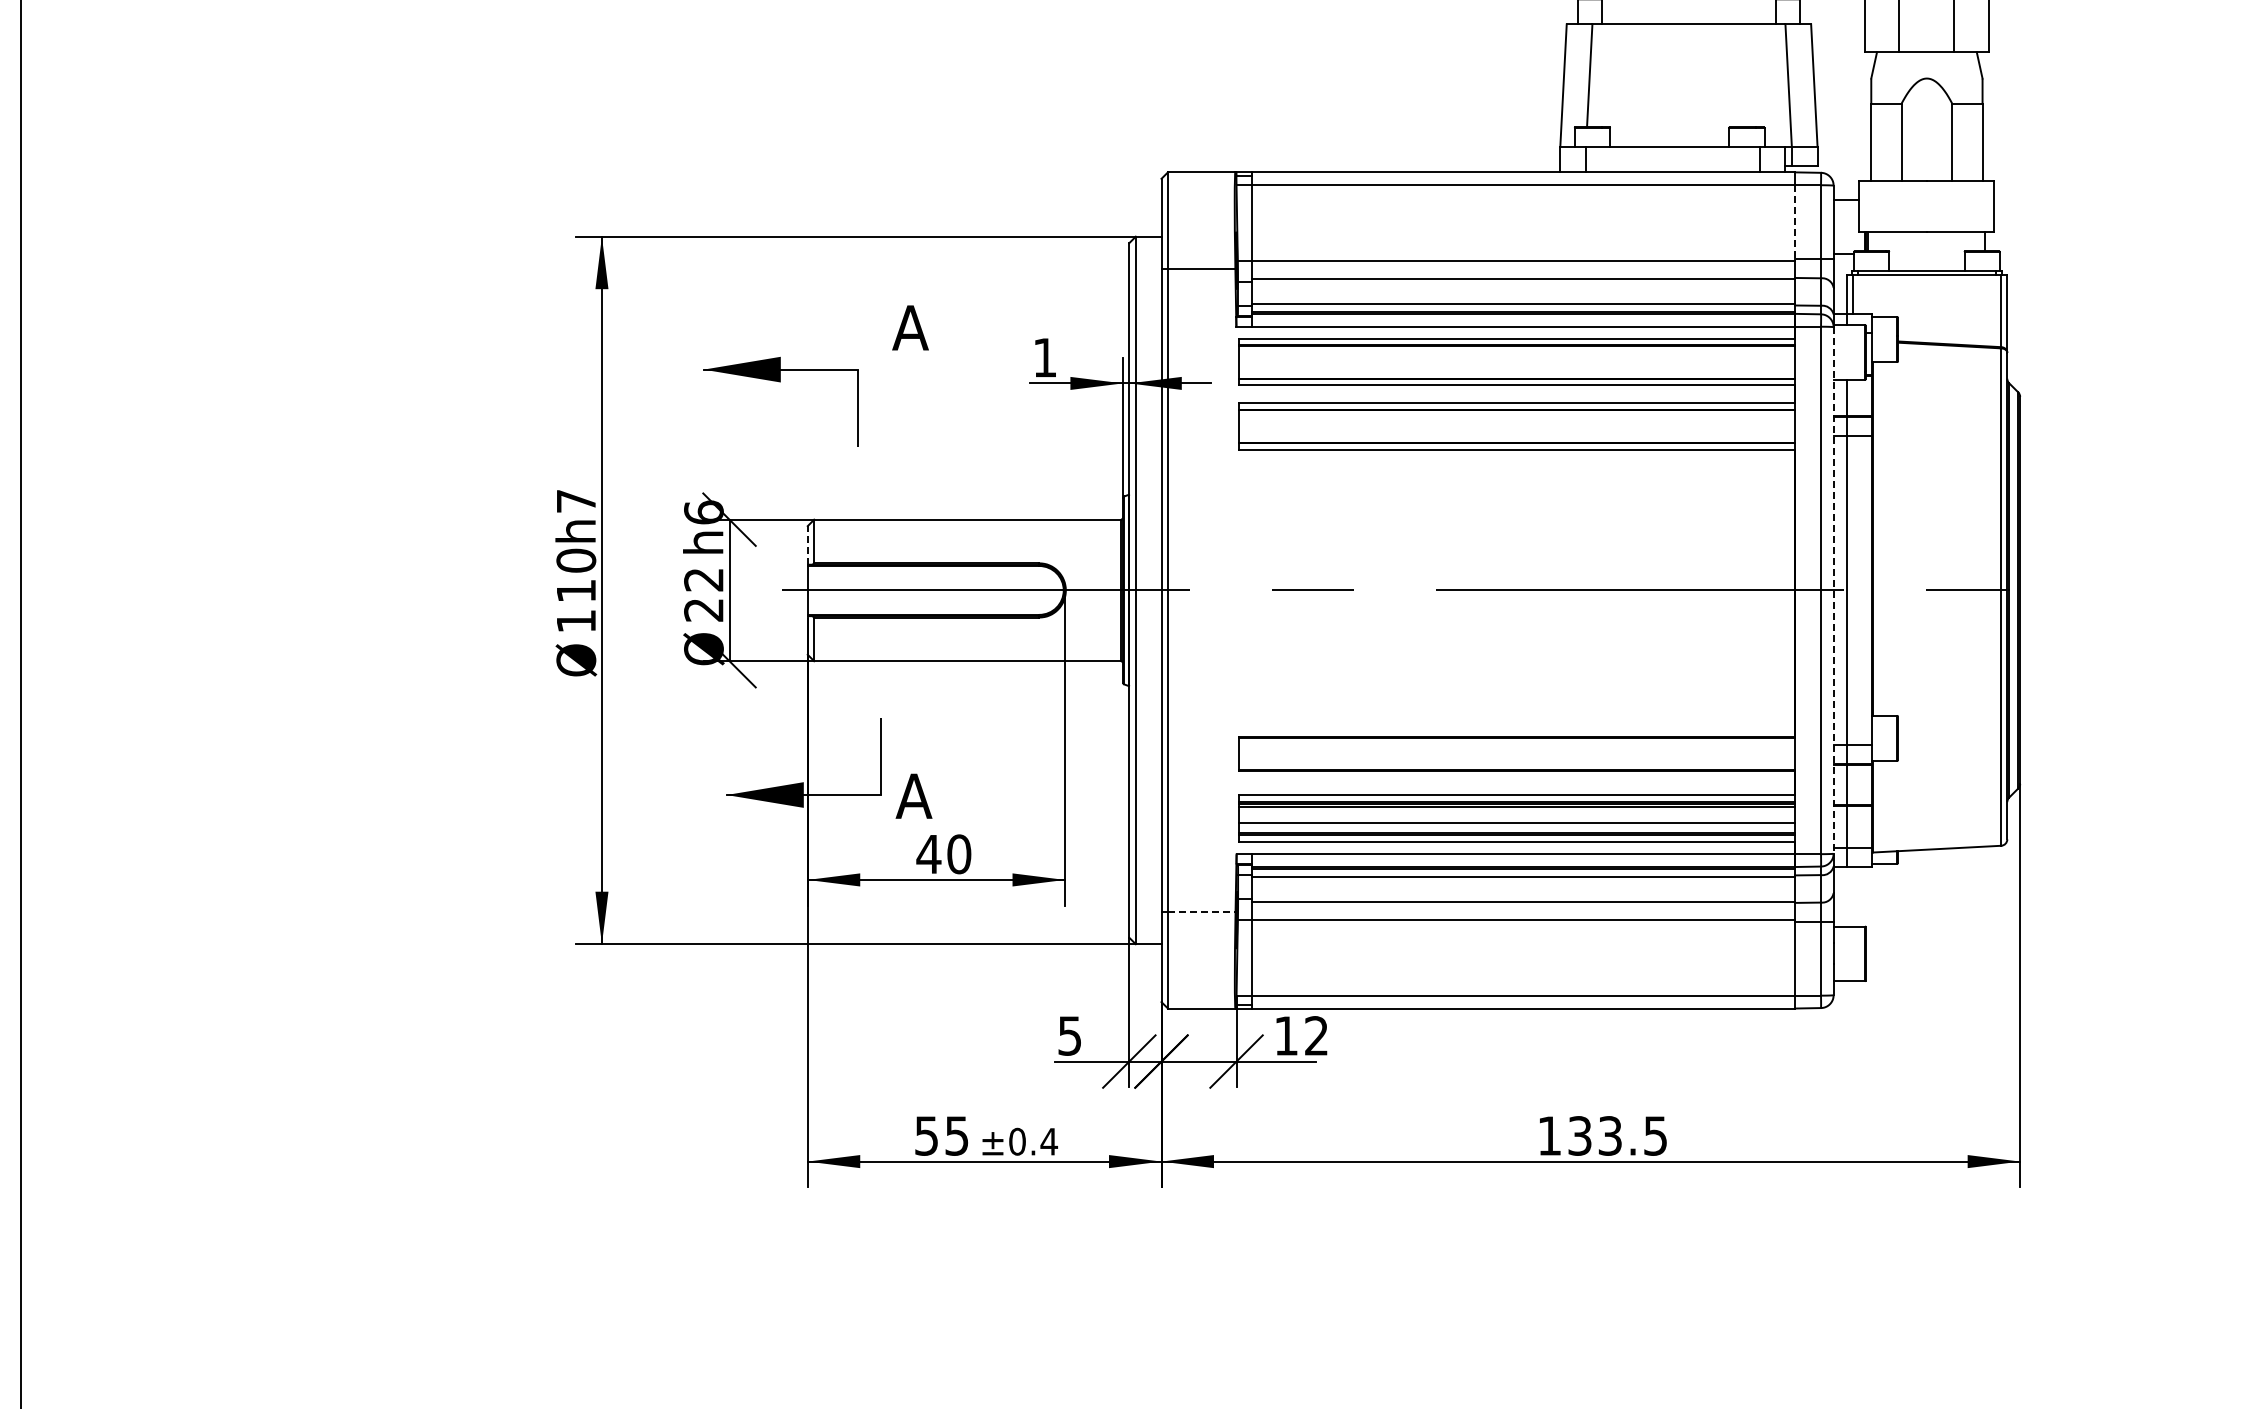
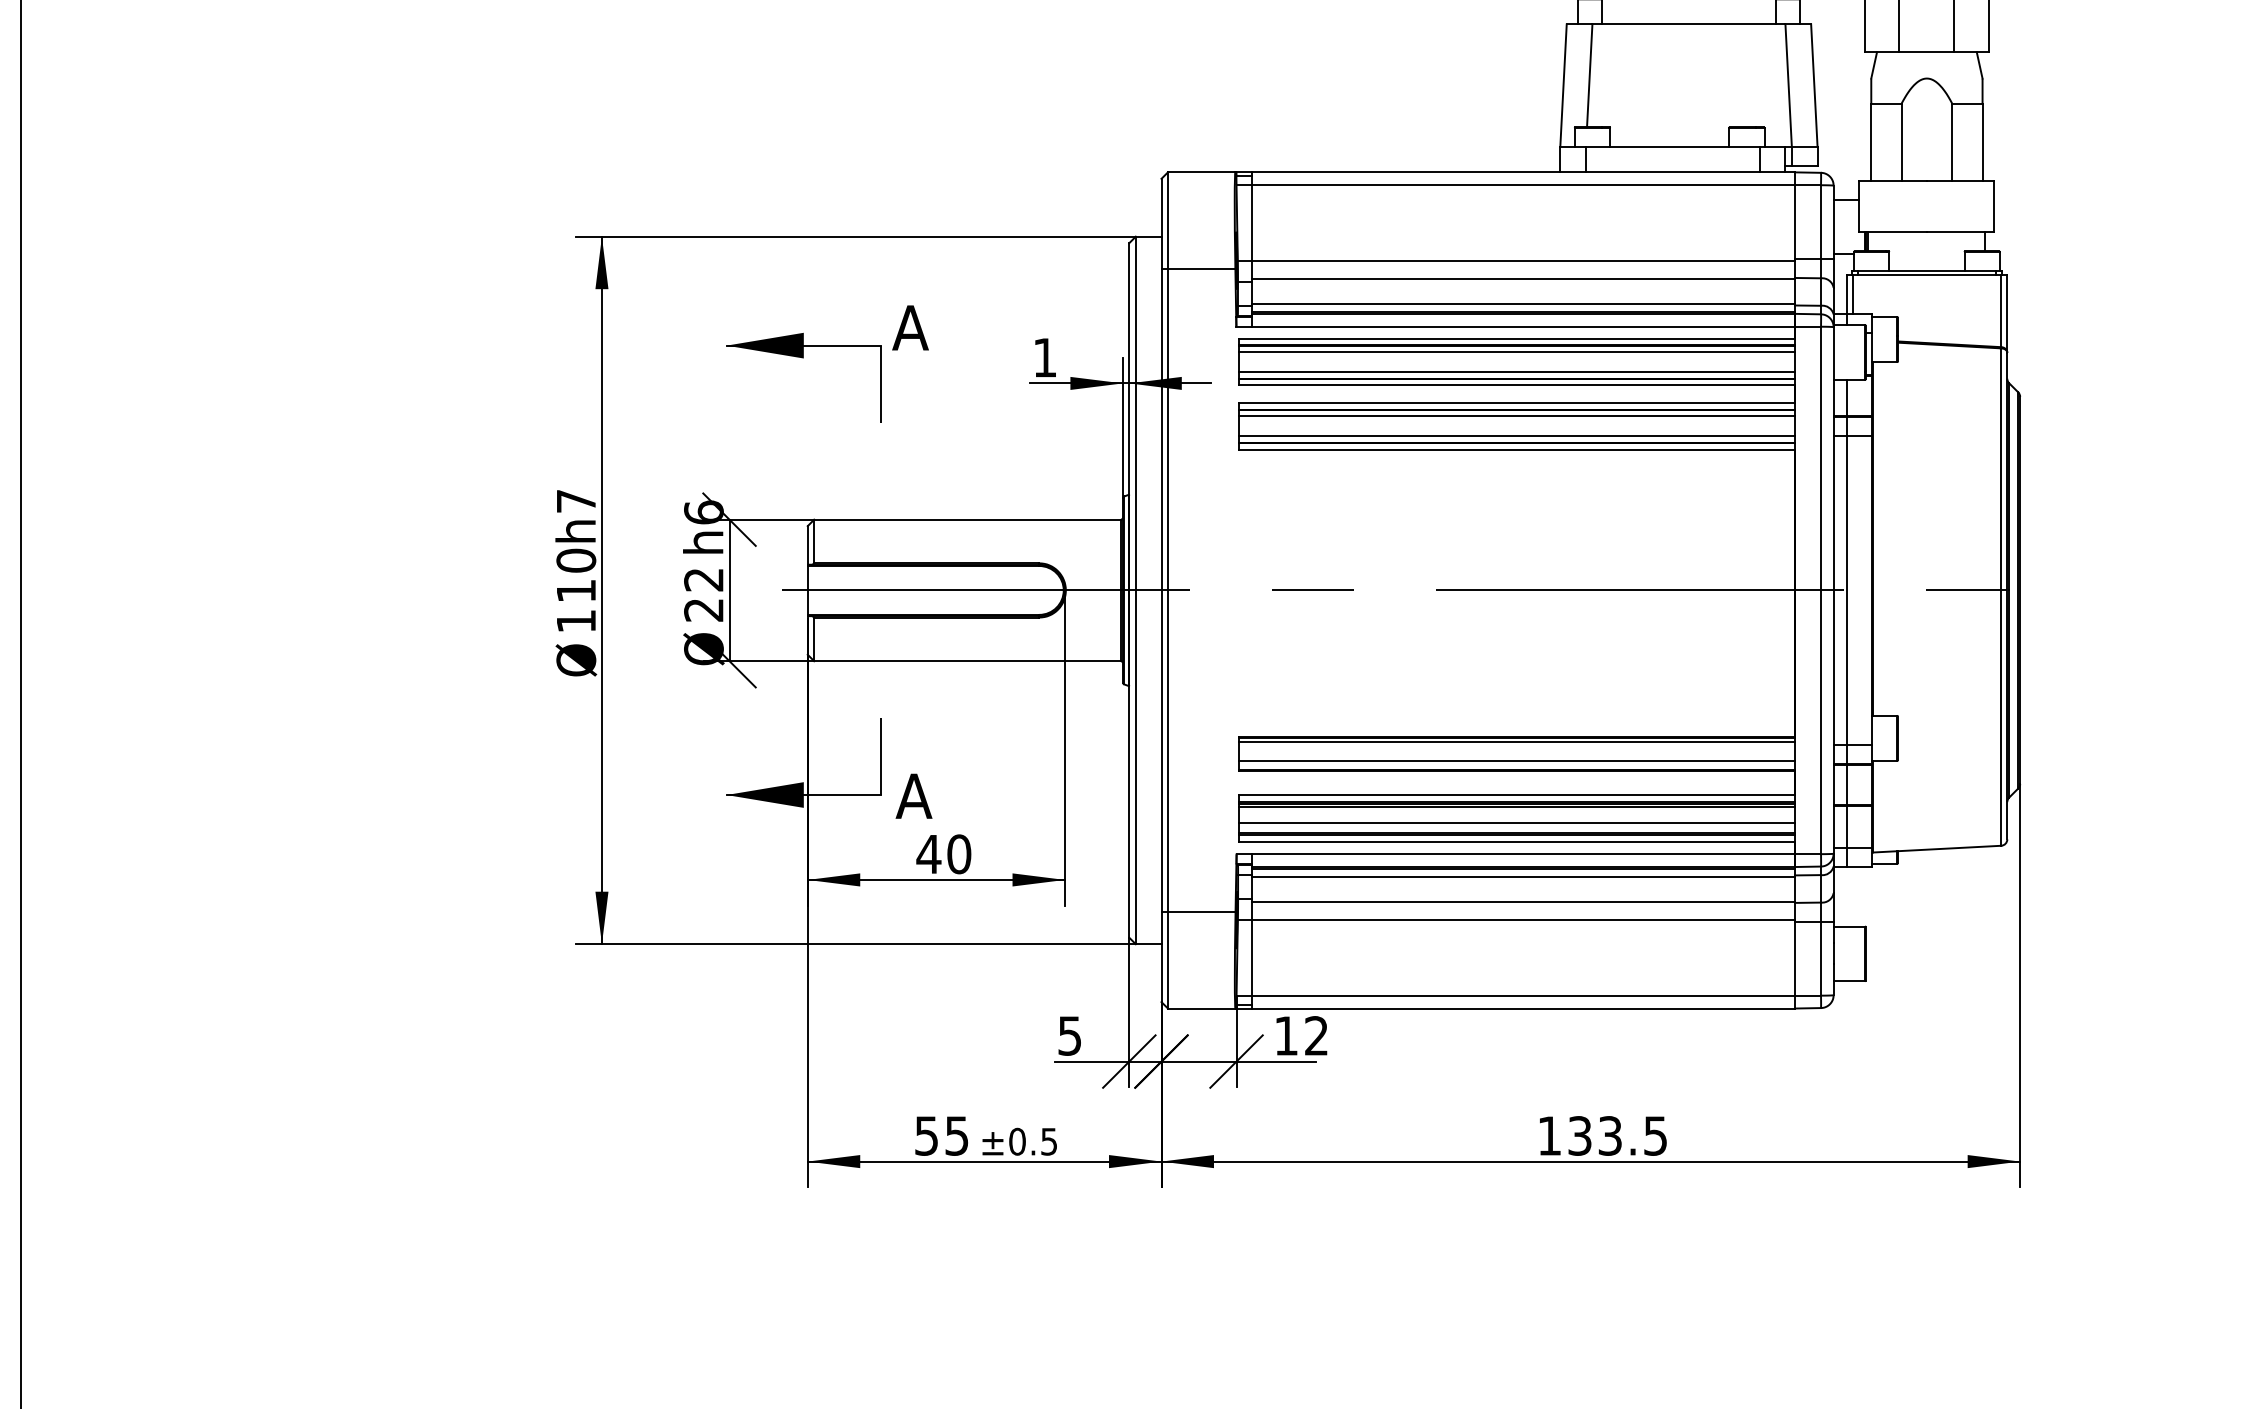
line at (1795, 222): dashed -> solid
line at (1516, 352): none -> present
line at (1516, 372): none -> present
part at (780, 382) position: (780, 382) -> (803, 358)
line at (1516, 416): none -> present
line at (1516, 436): none -> present
line at (807, 544): dashed -> solid
line at (1833, 590): dashed -> solid
line at (1516, 742): none -> present
line at (1516, 760): none -> present
line at (1201, 912): dashed -> solid
text at (1049, 1141): ±0.4 -> ±0.5
